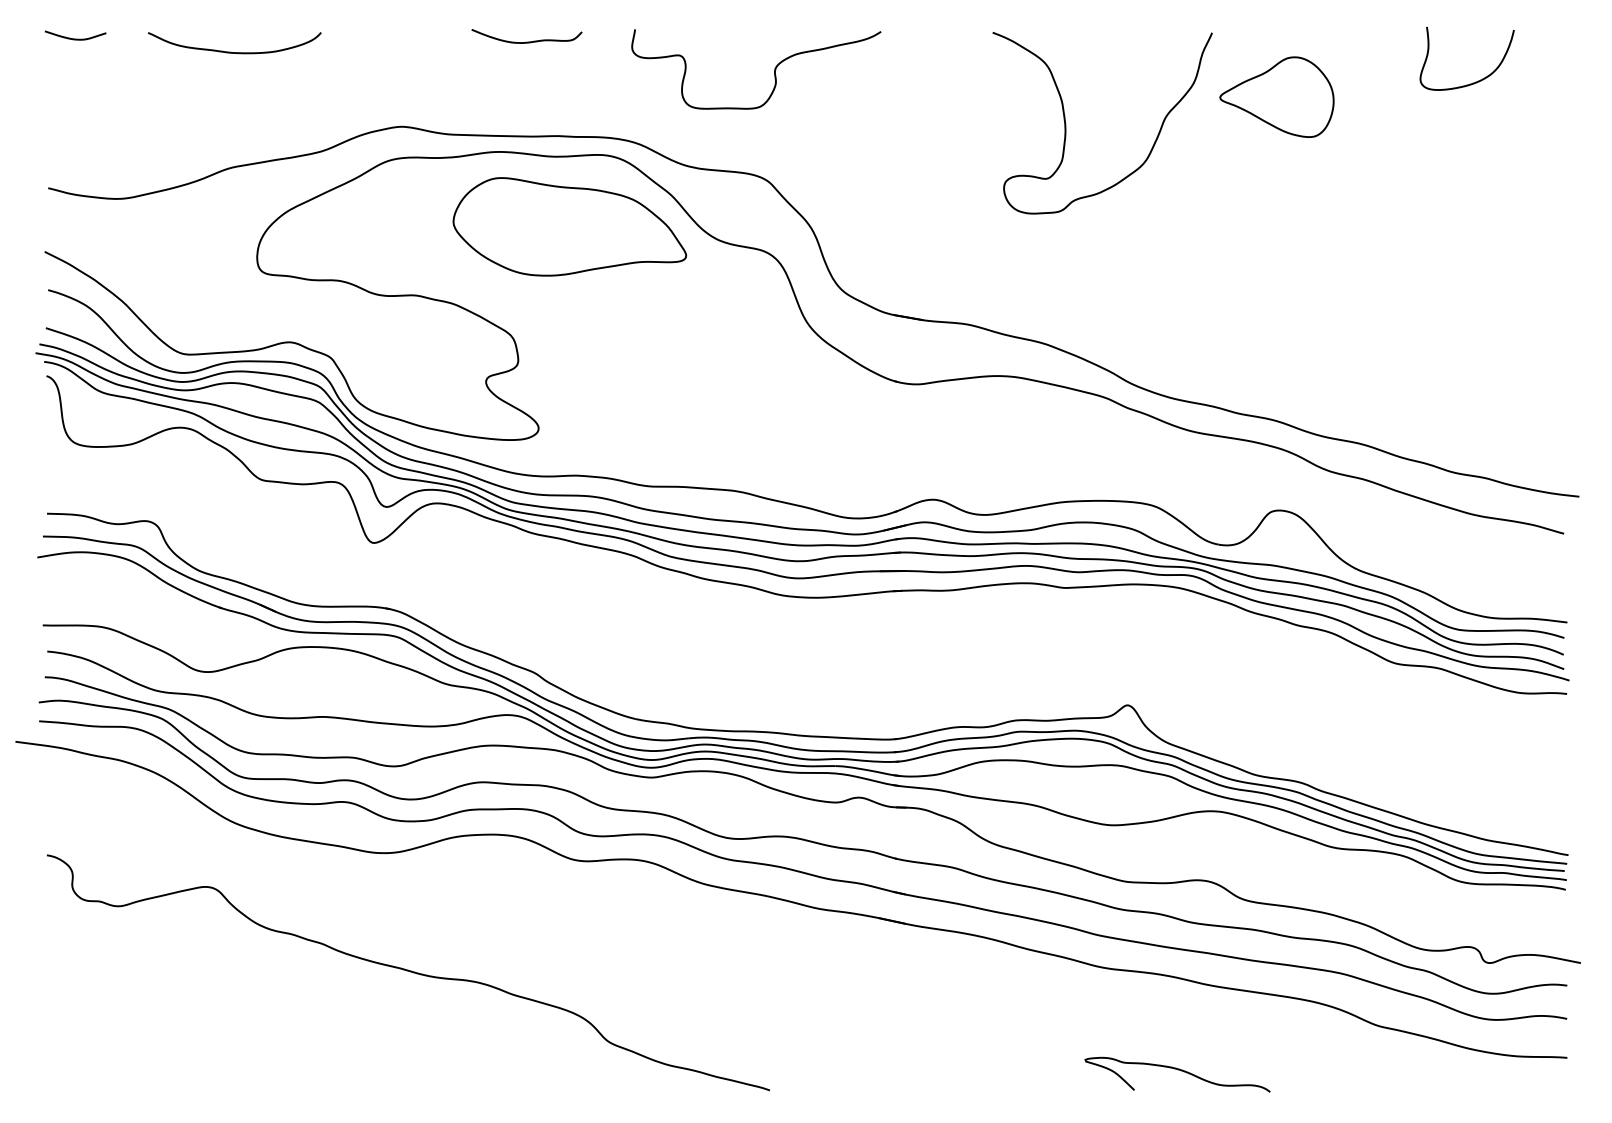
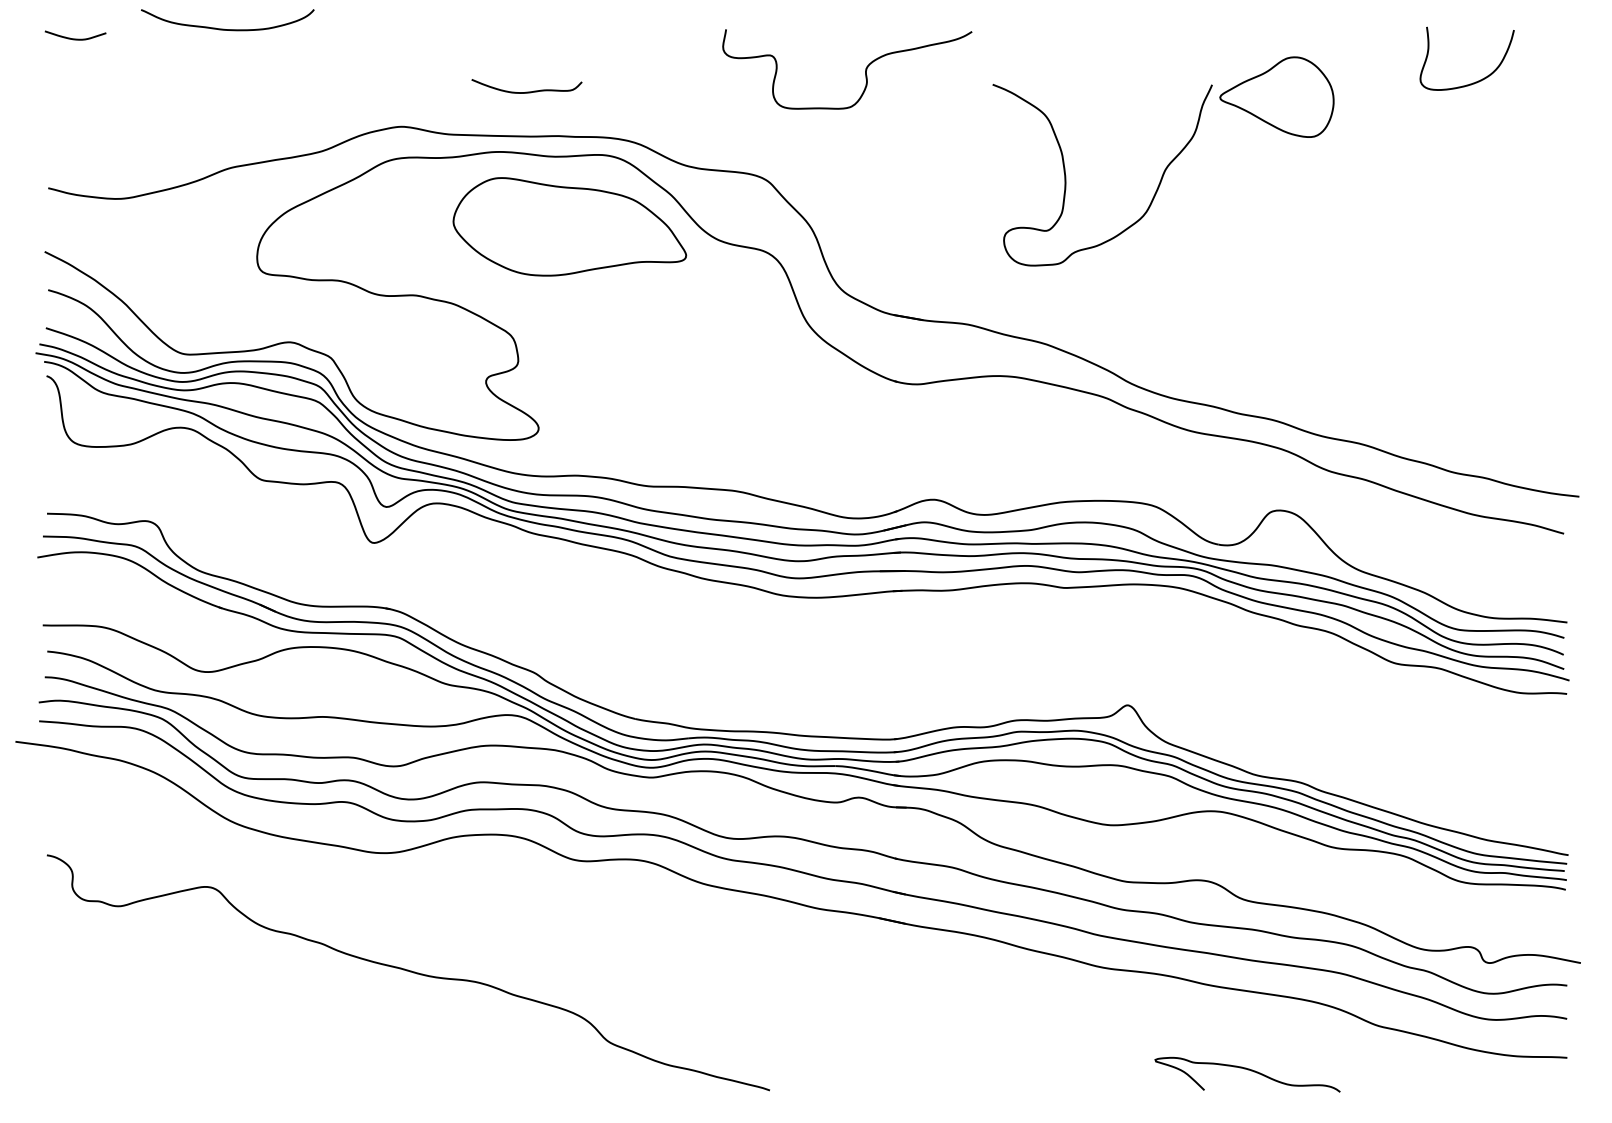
curve at (526, 41) position: (526, 41) -> (526, 91)
curve at (231, 51) position: (231, 51) -> (224, 28)
curve at (774, 69) position: (774, 69) -> (865, 69)
curve at (1066, 123) position: (1066, 123) -> (1066, 175)
curve at (1178, 1070) position: (1178, 1070) -> (1248, 1070)
